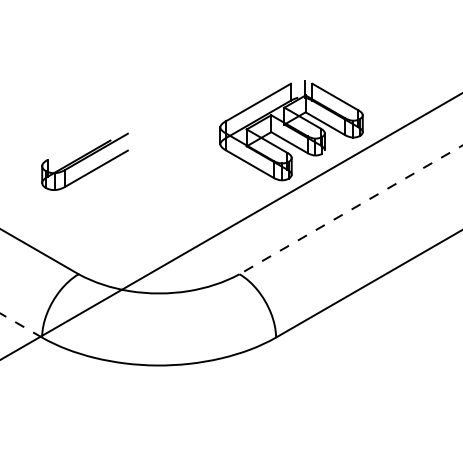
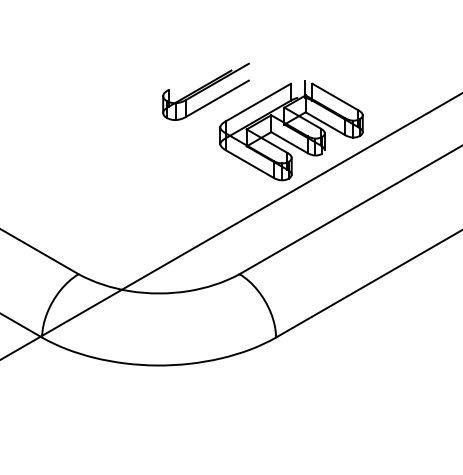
part at (84, 161) position: (84, 161) -> (205, 91)
line at (351, 209): dashed -> solid
line at (21, 325): dashed -> solid
